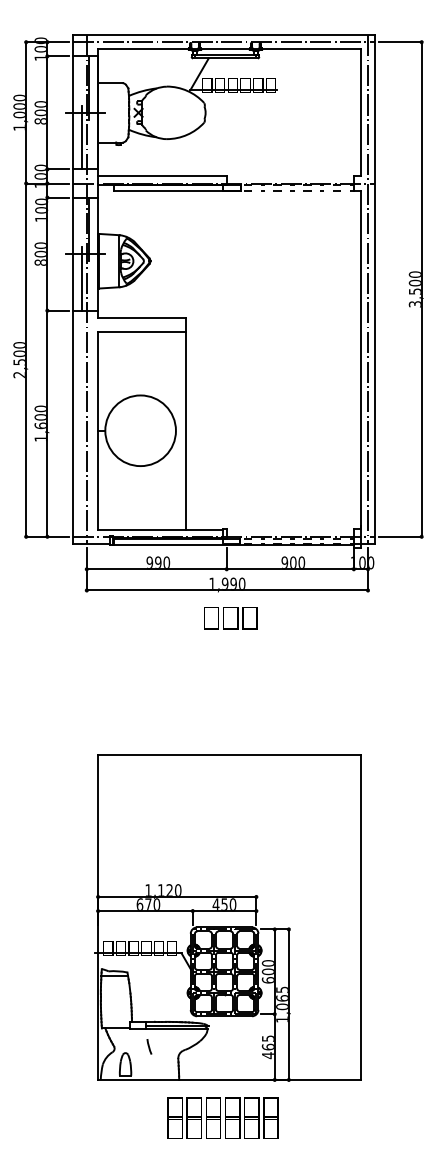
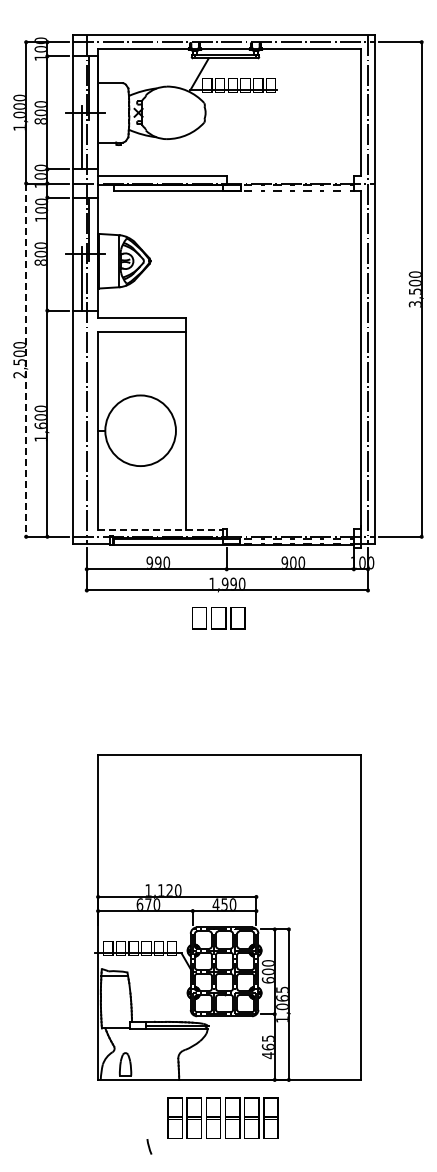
line at (26, 360): solid -> dashed
line at (161, 529): solid -> dashed
text at (230, 618) position: (230, 618) -> (218, 618)
line at (149, 1046) position: (149, 1046) -> (149, 1146)
